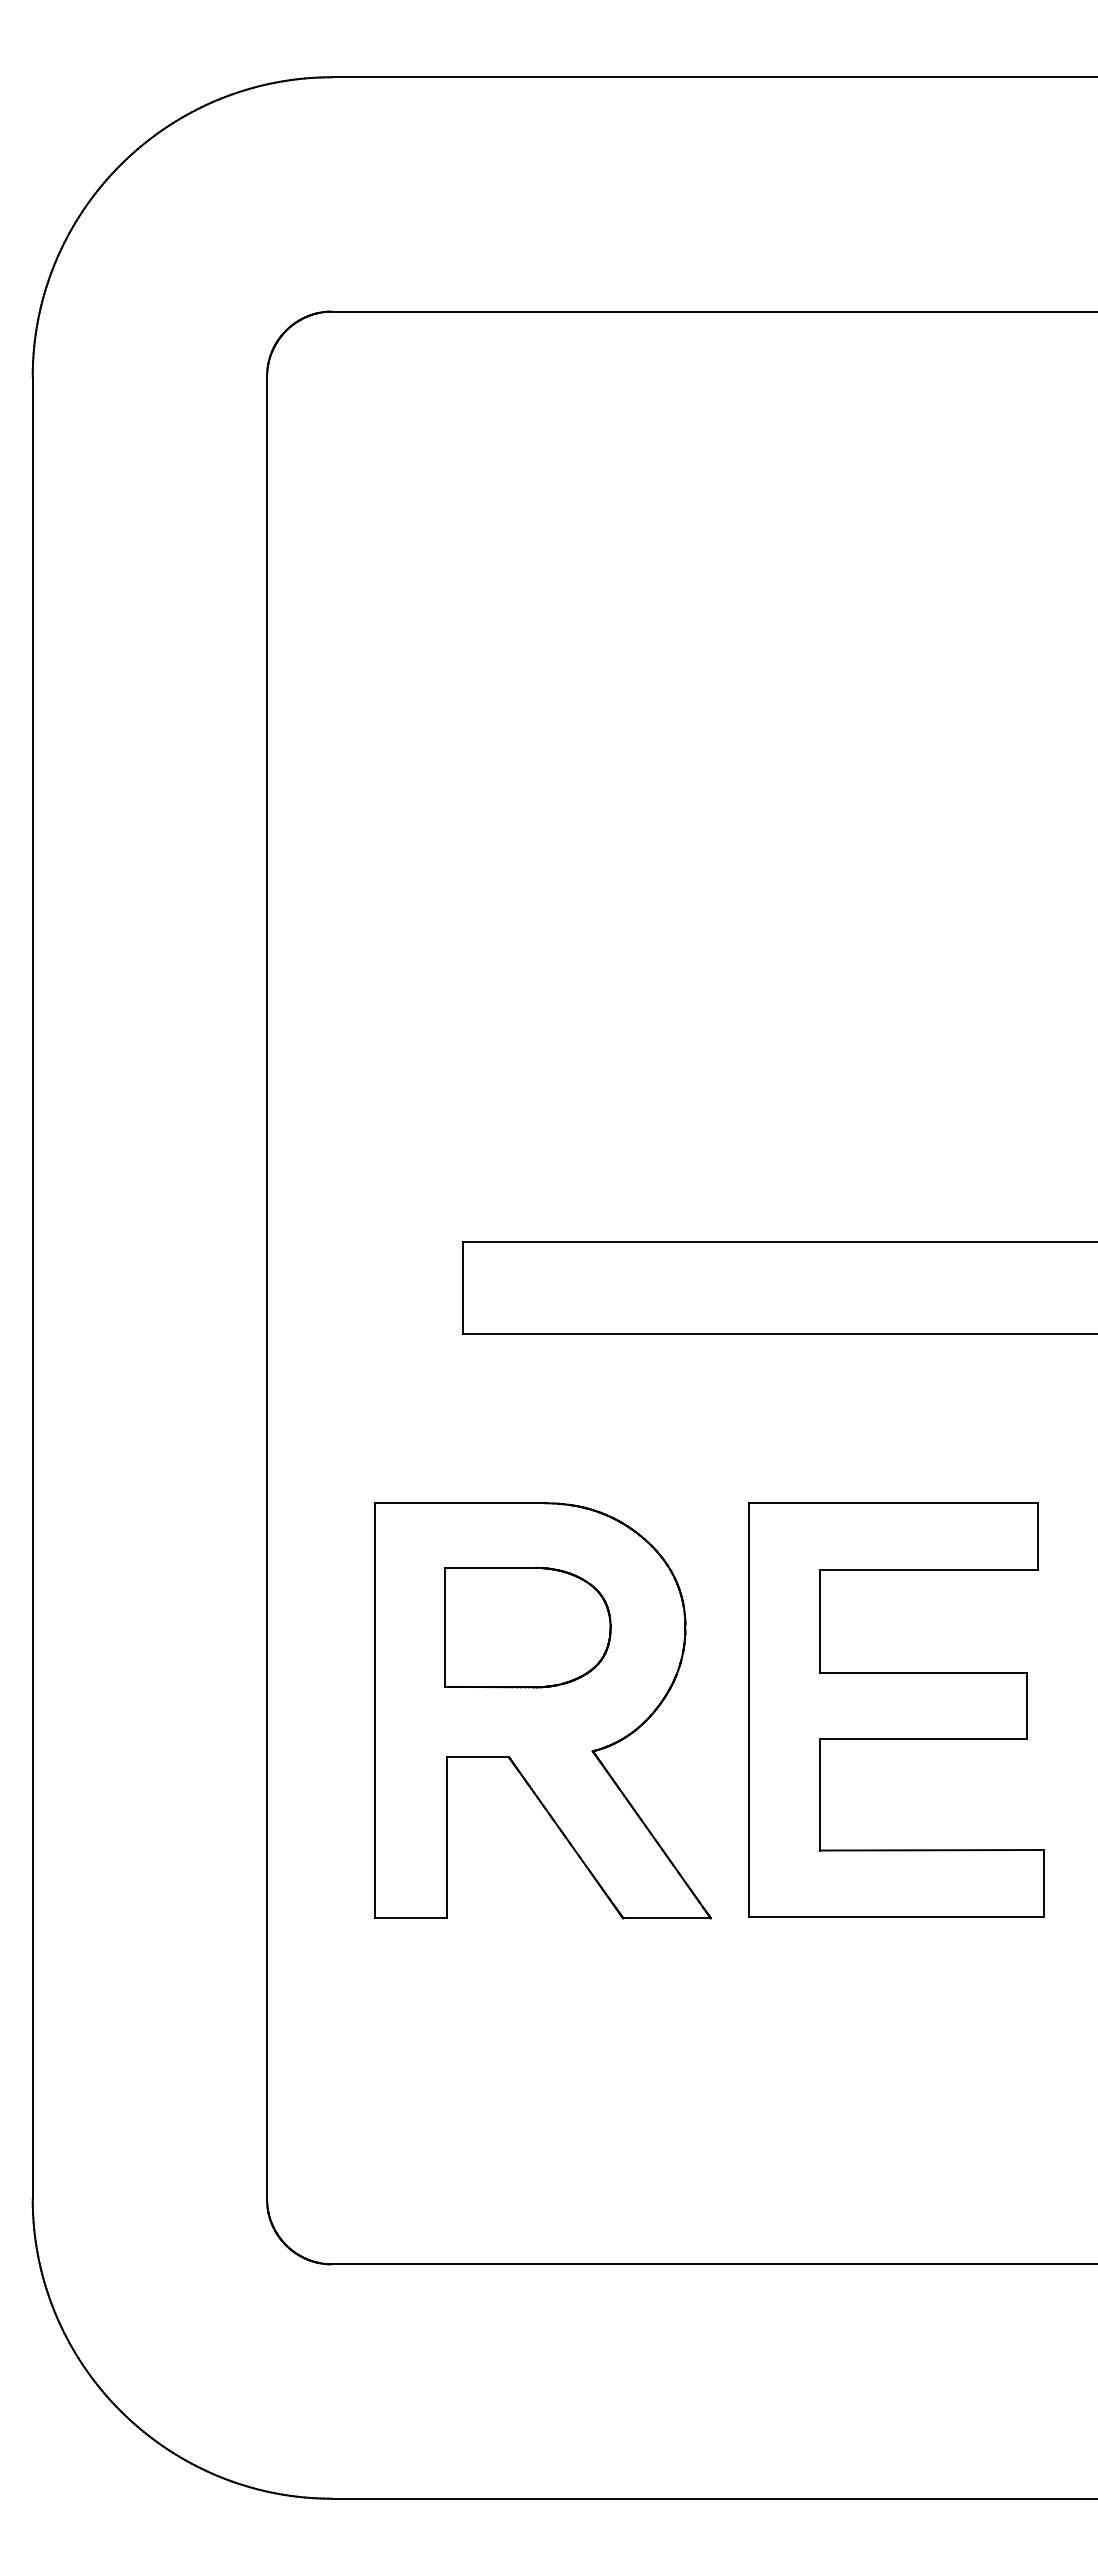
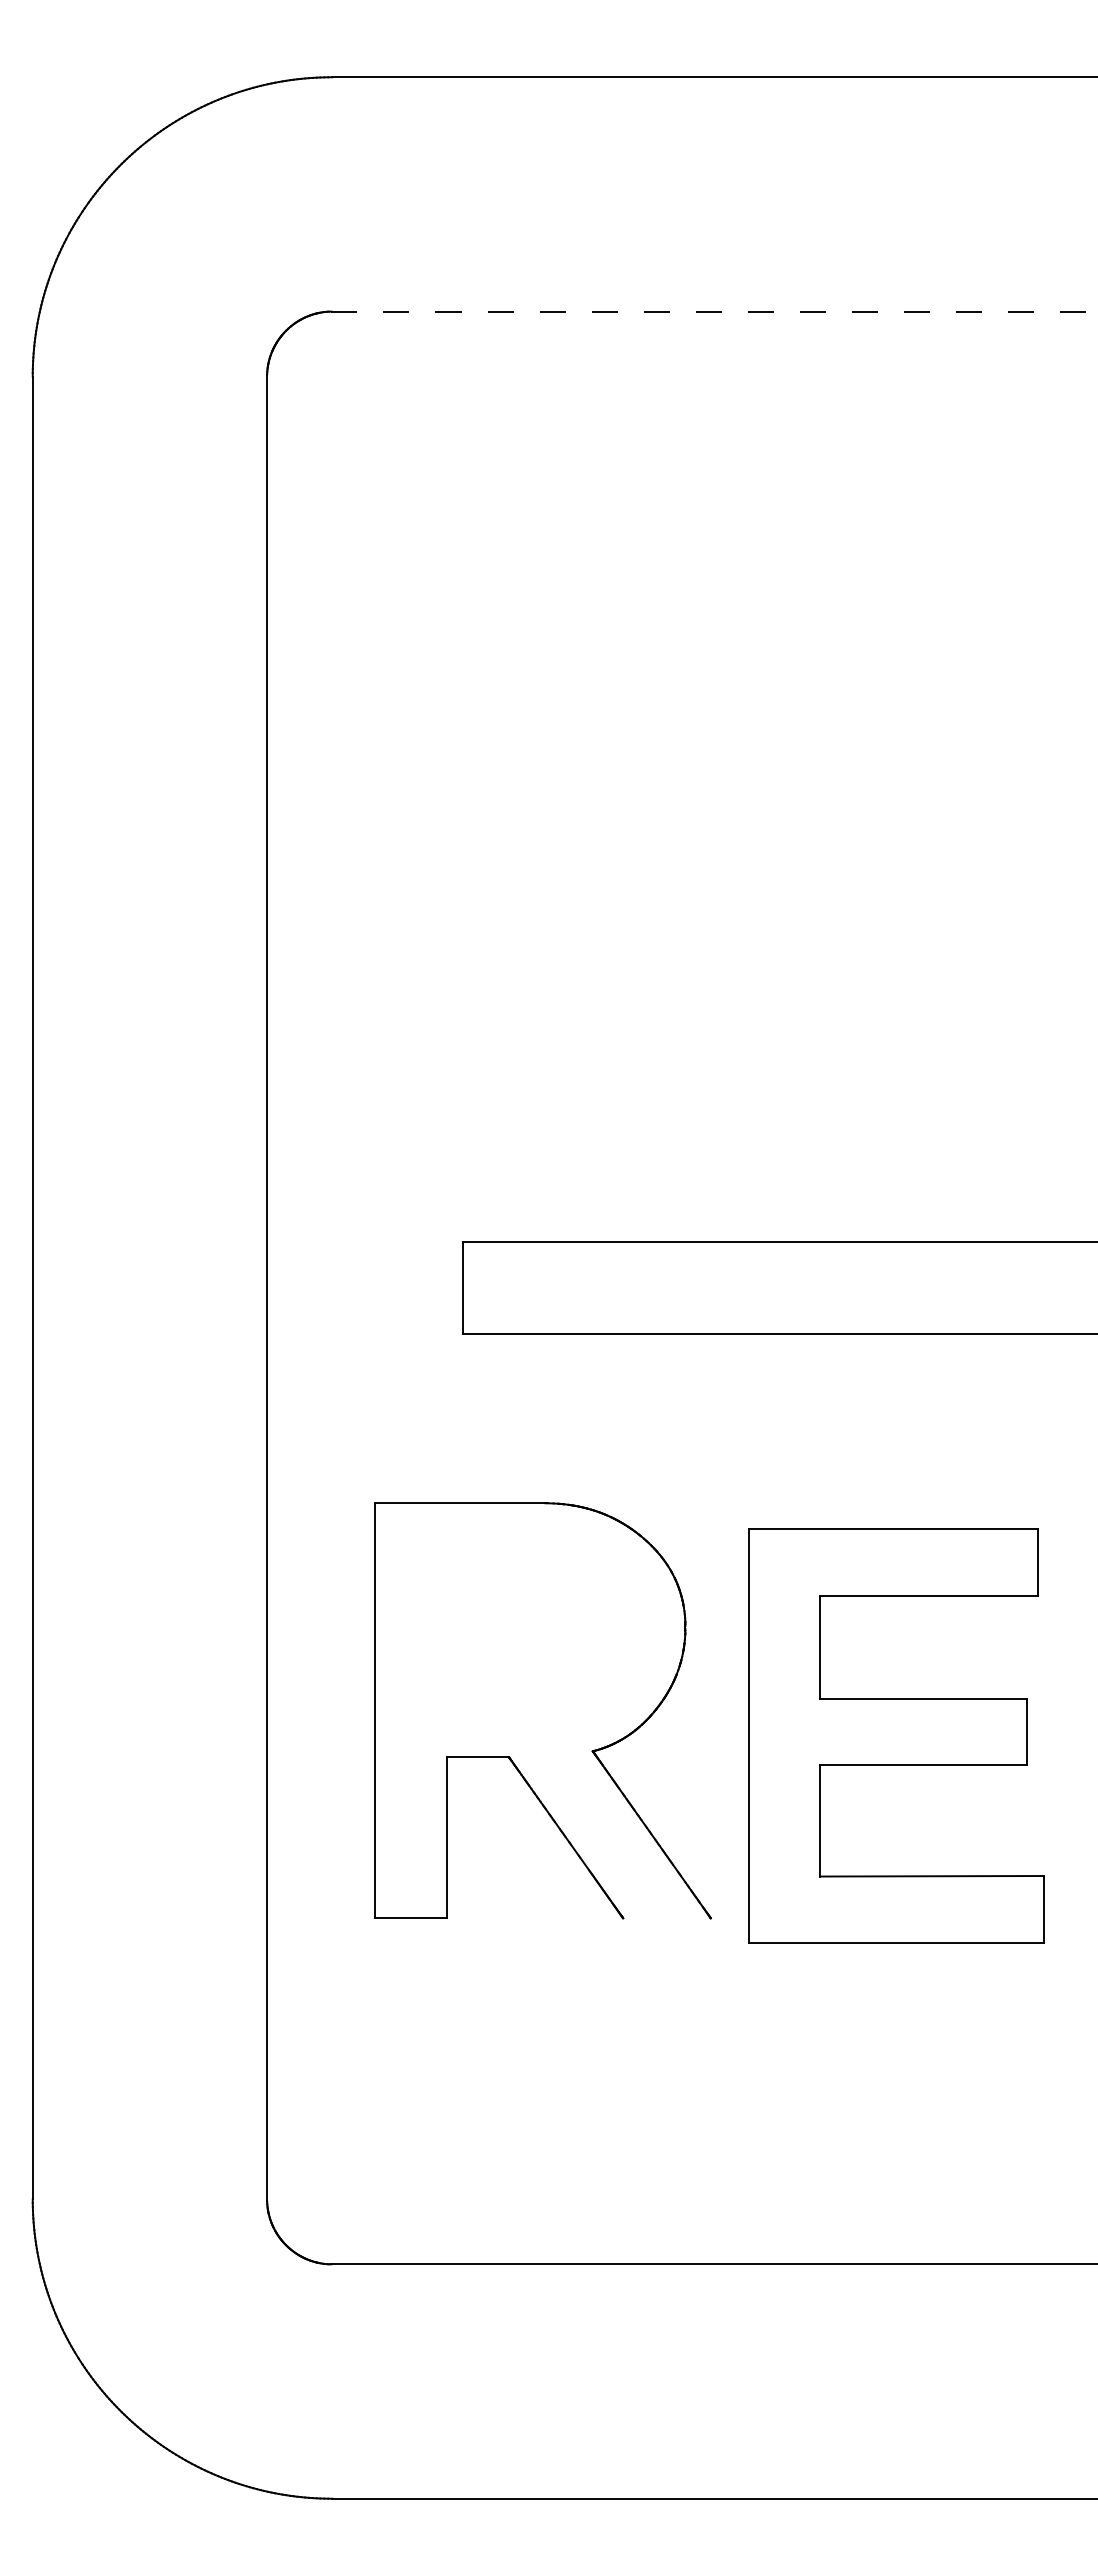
line at (714, 311): solid -> dashed
part at (527, 1627): present -> none
part at (896, 1709) position: (896, 1709) -> (896, 1735)
line at (666, 1918): present -> none
